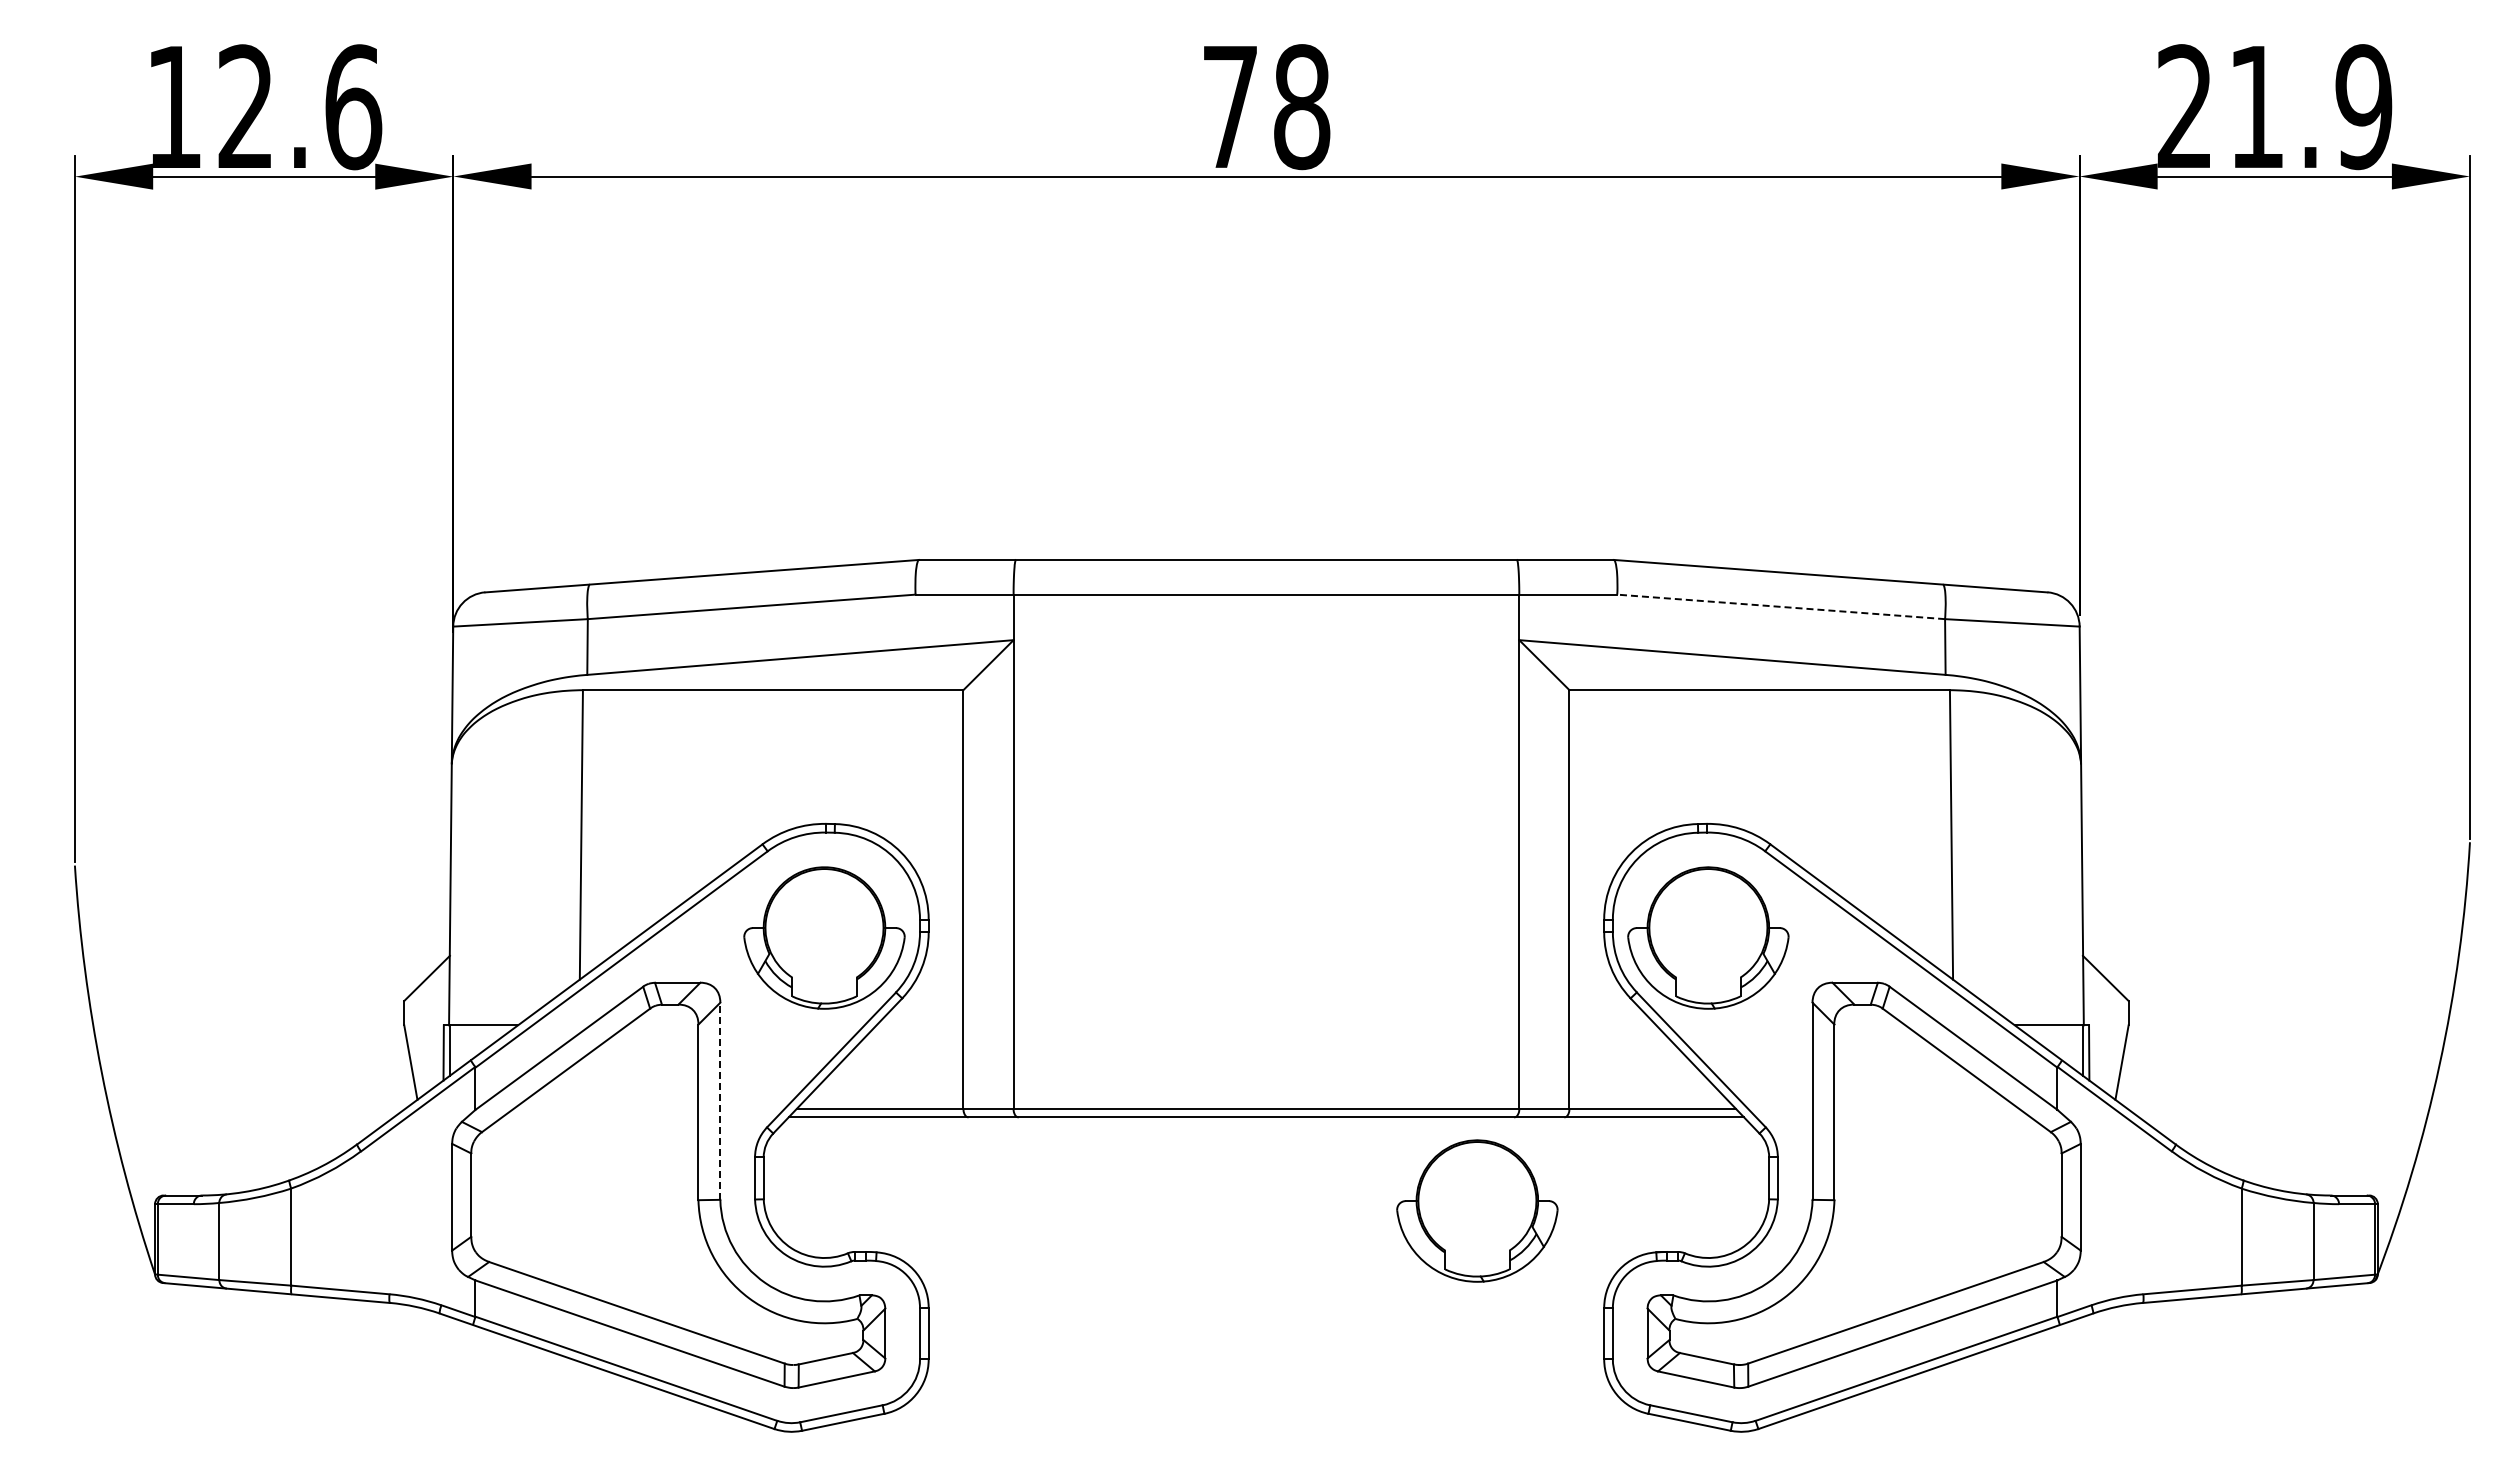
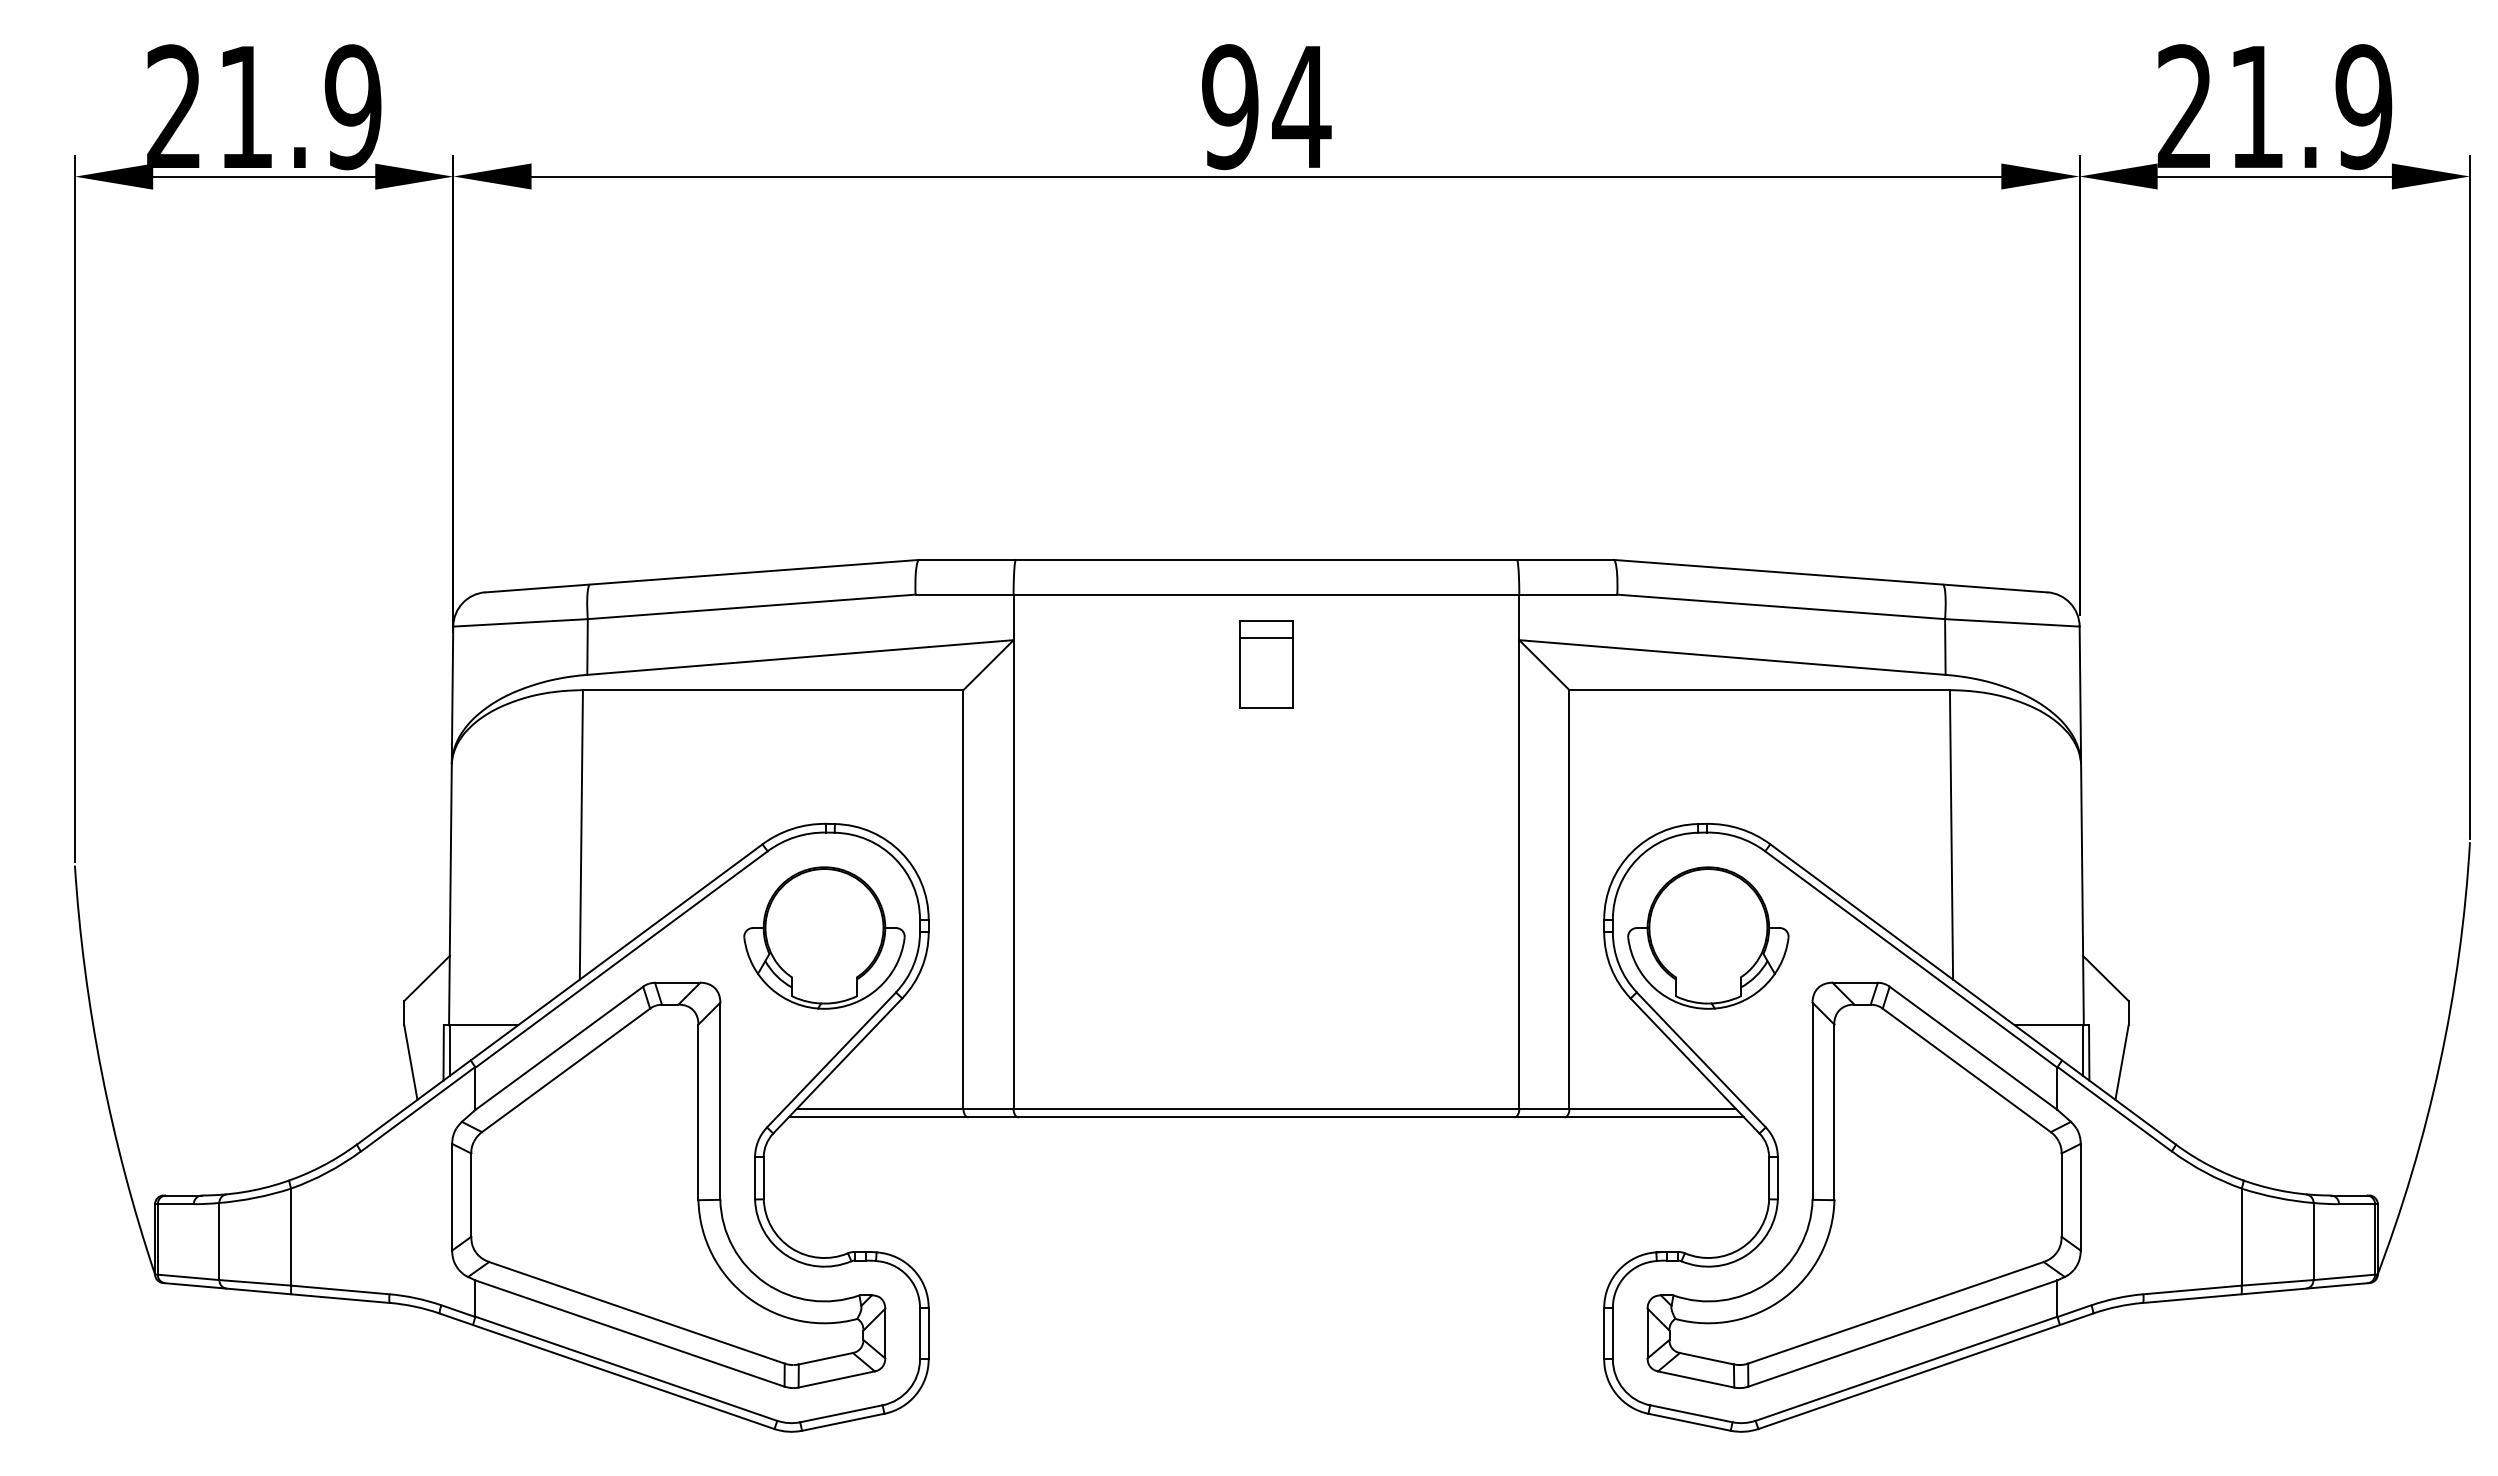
text at (264, 107): 12.6 -> 21.9
text at (1266, 107): 78 -> 94
line at (1780, 606): dashed -> solid
part at (1266, 664): none -> present
line at (720, 1101): dashed -> solid
part at (1477, 1210): present -> none
